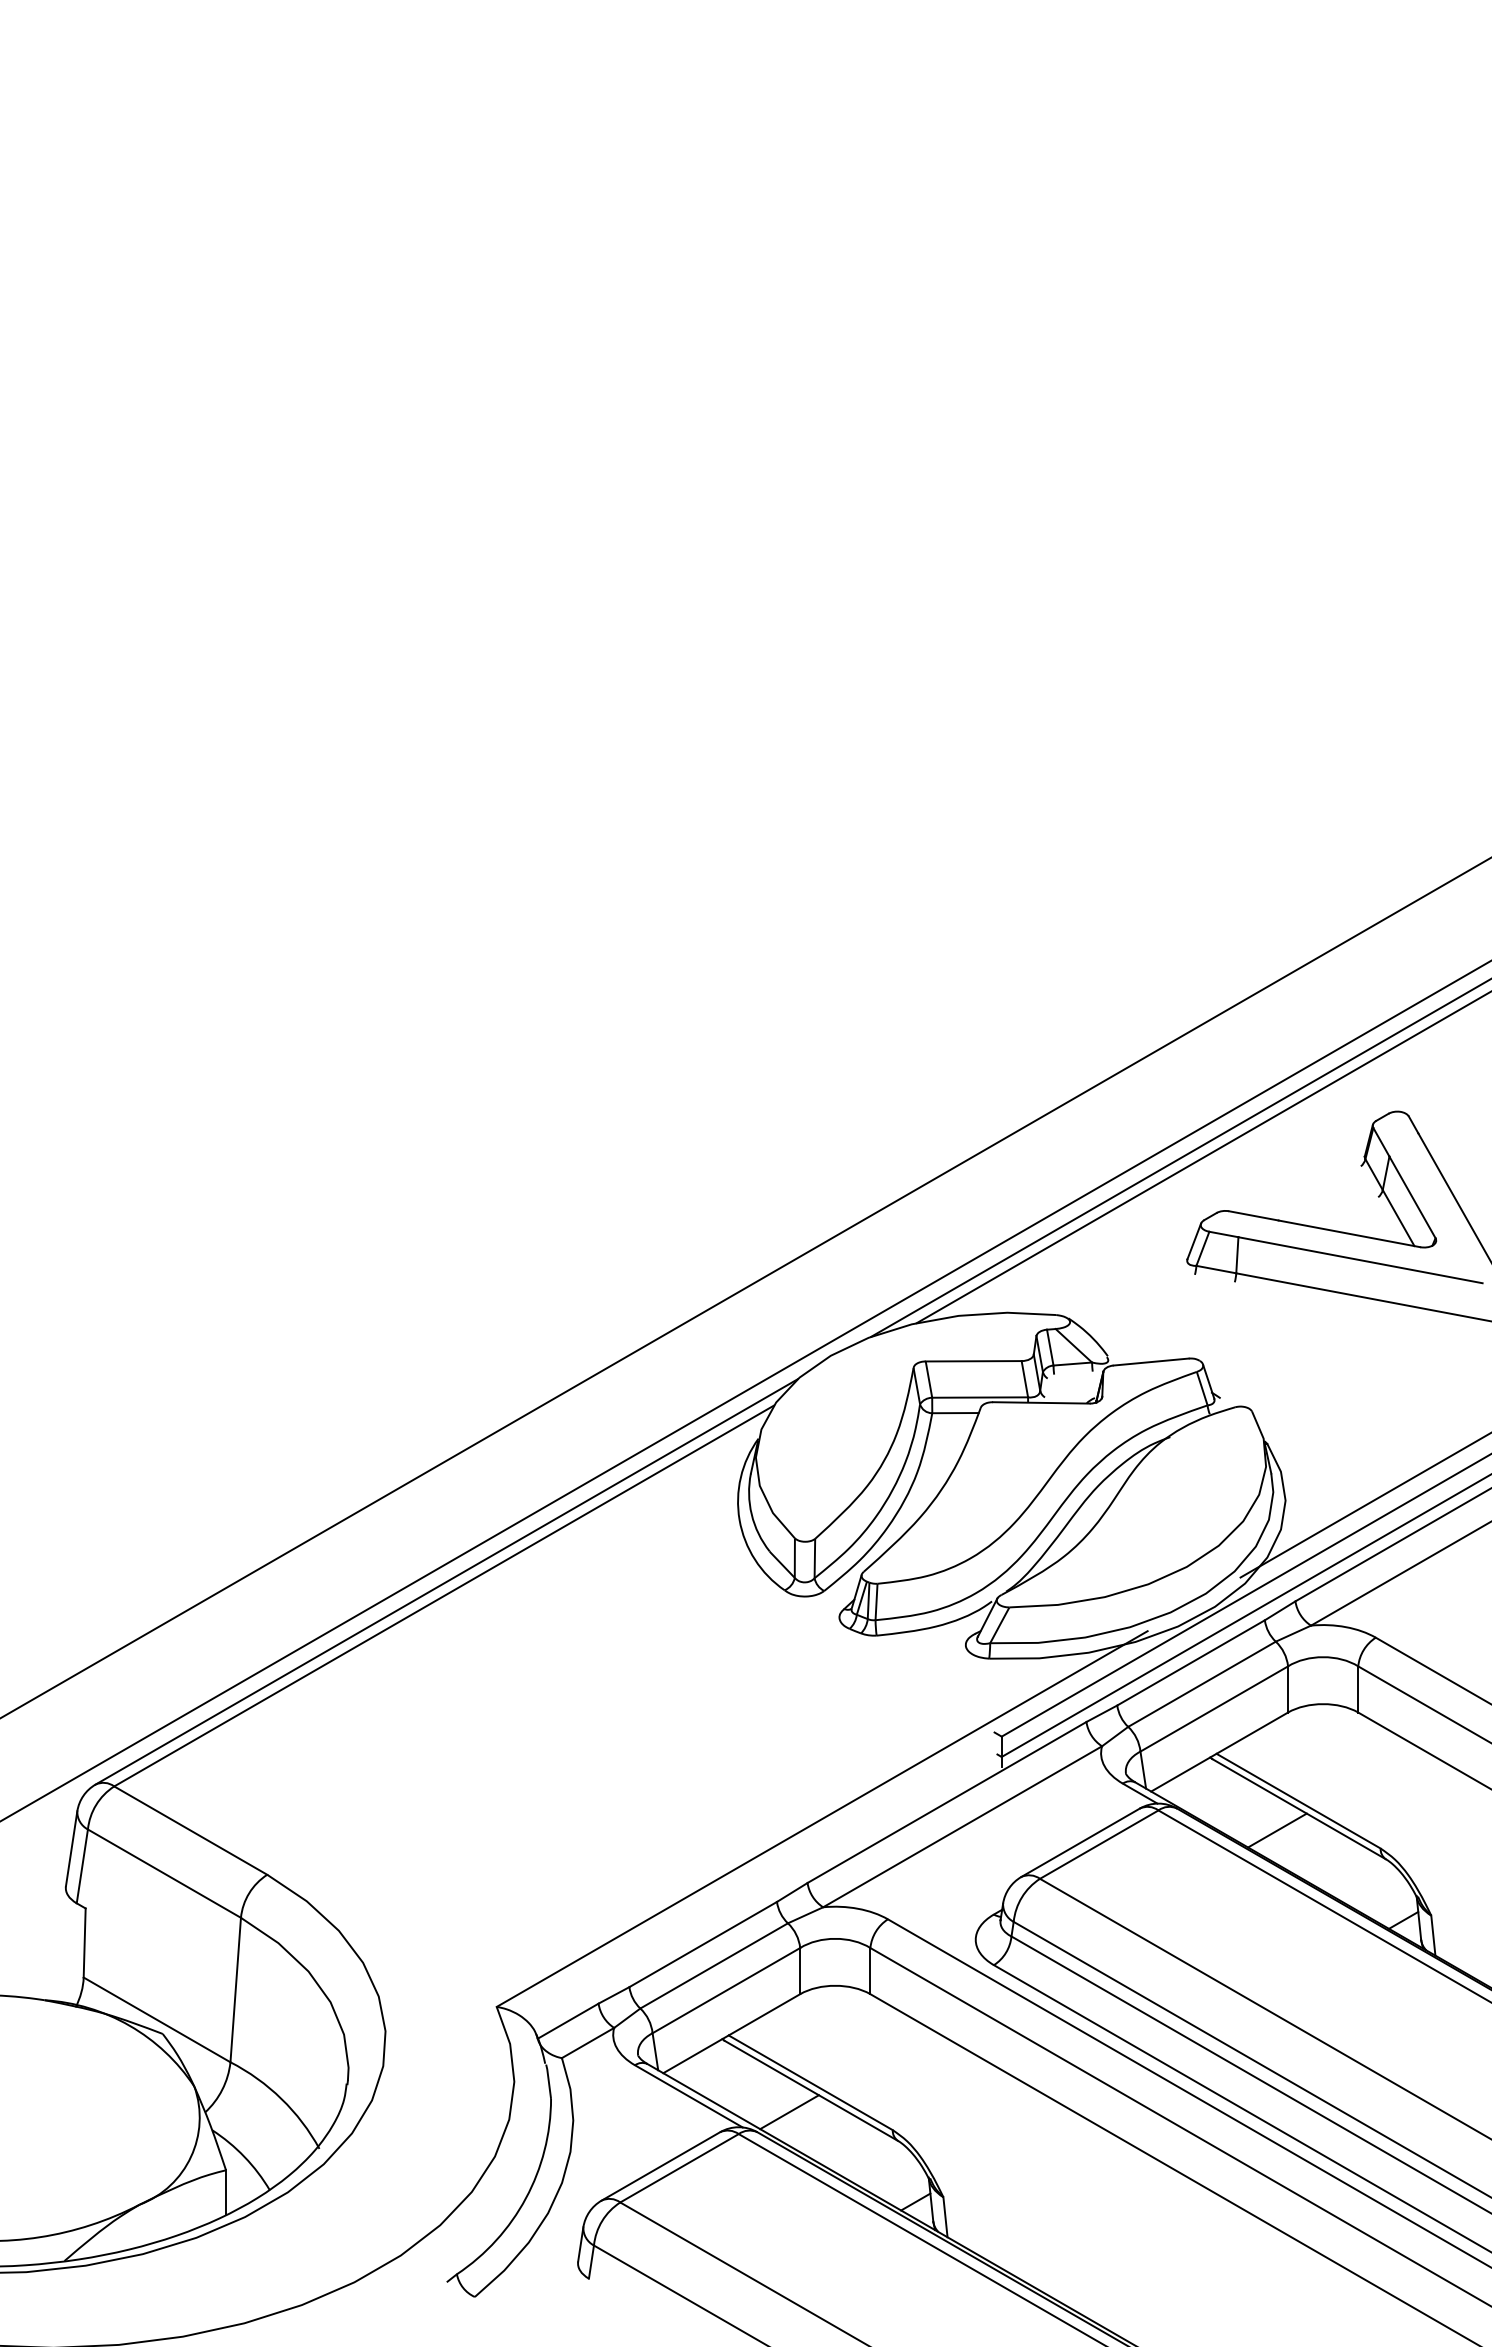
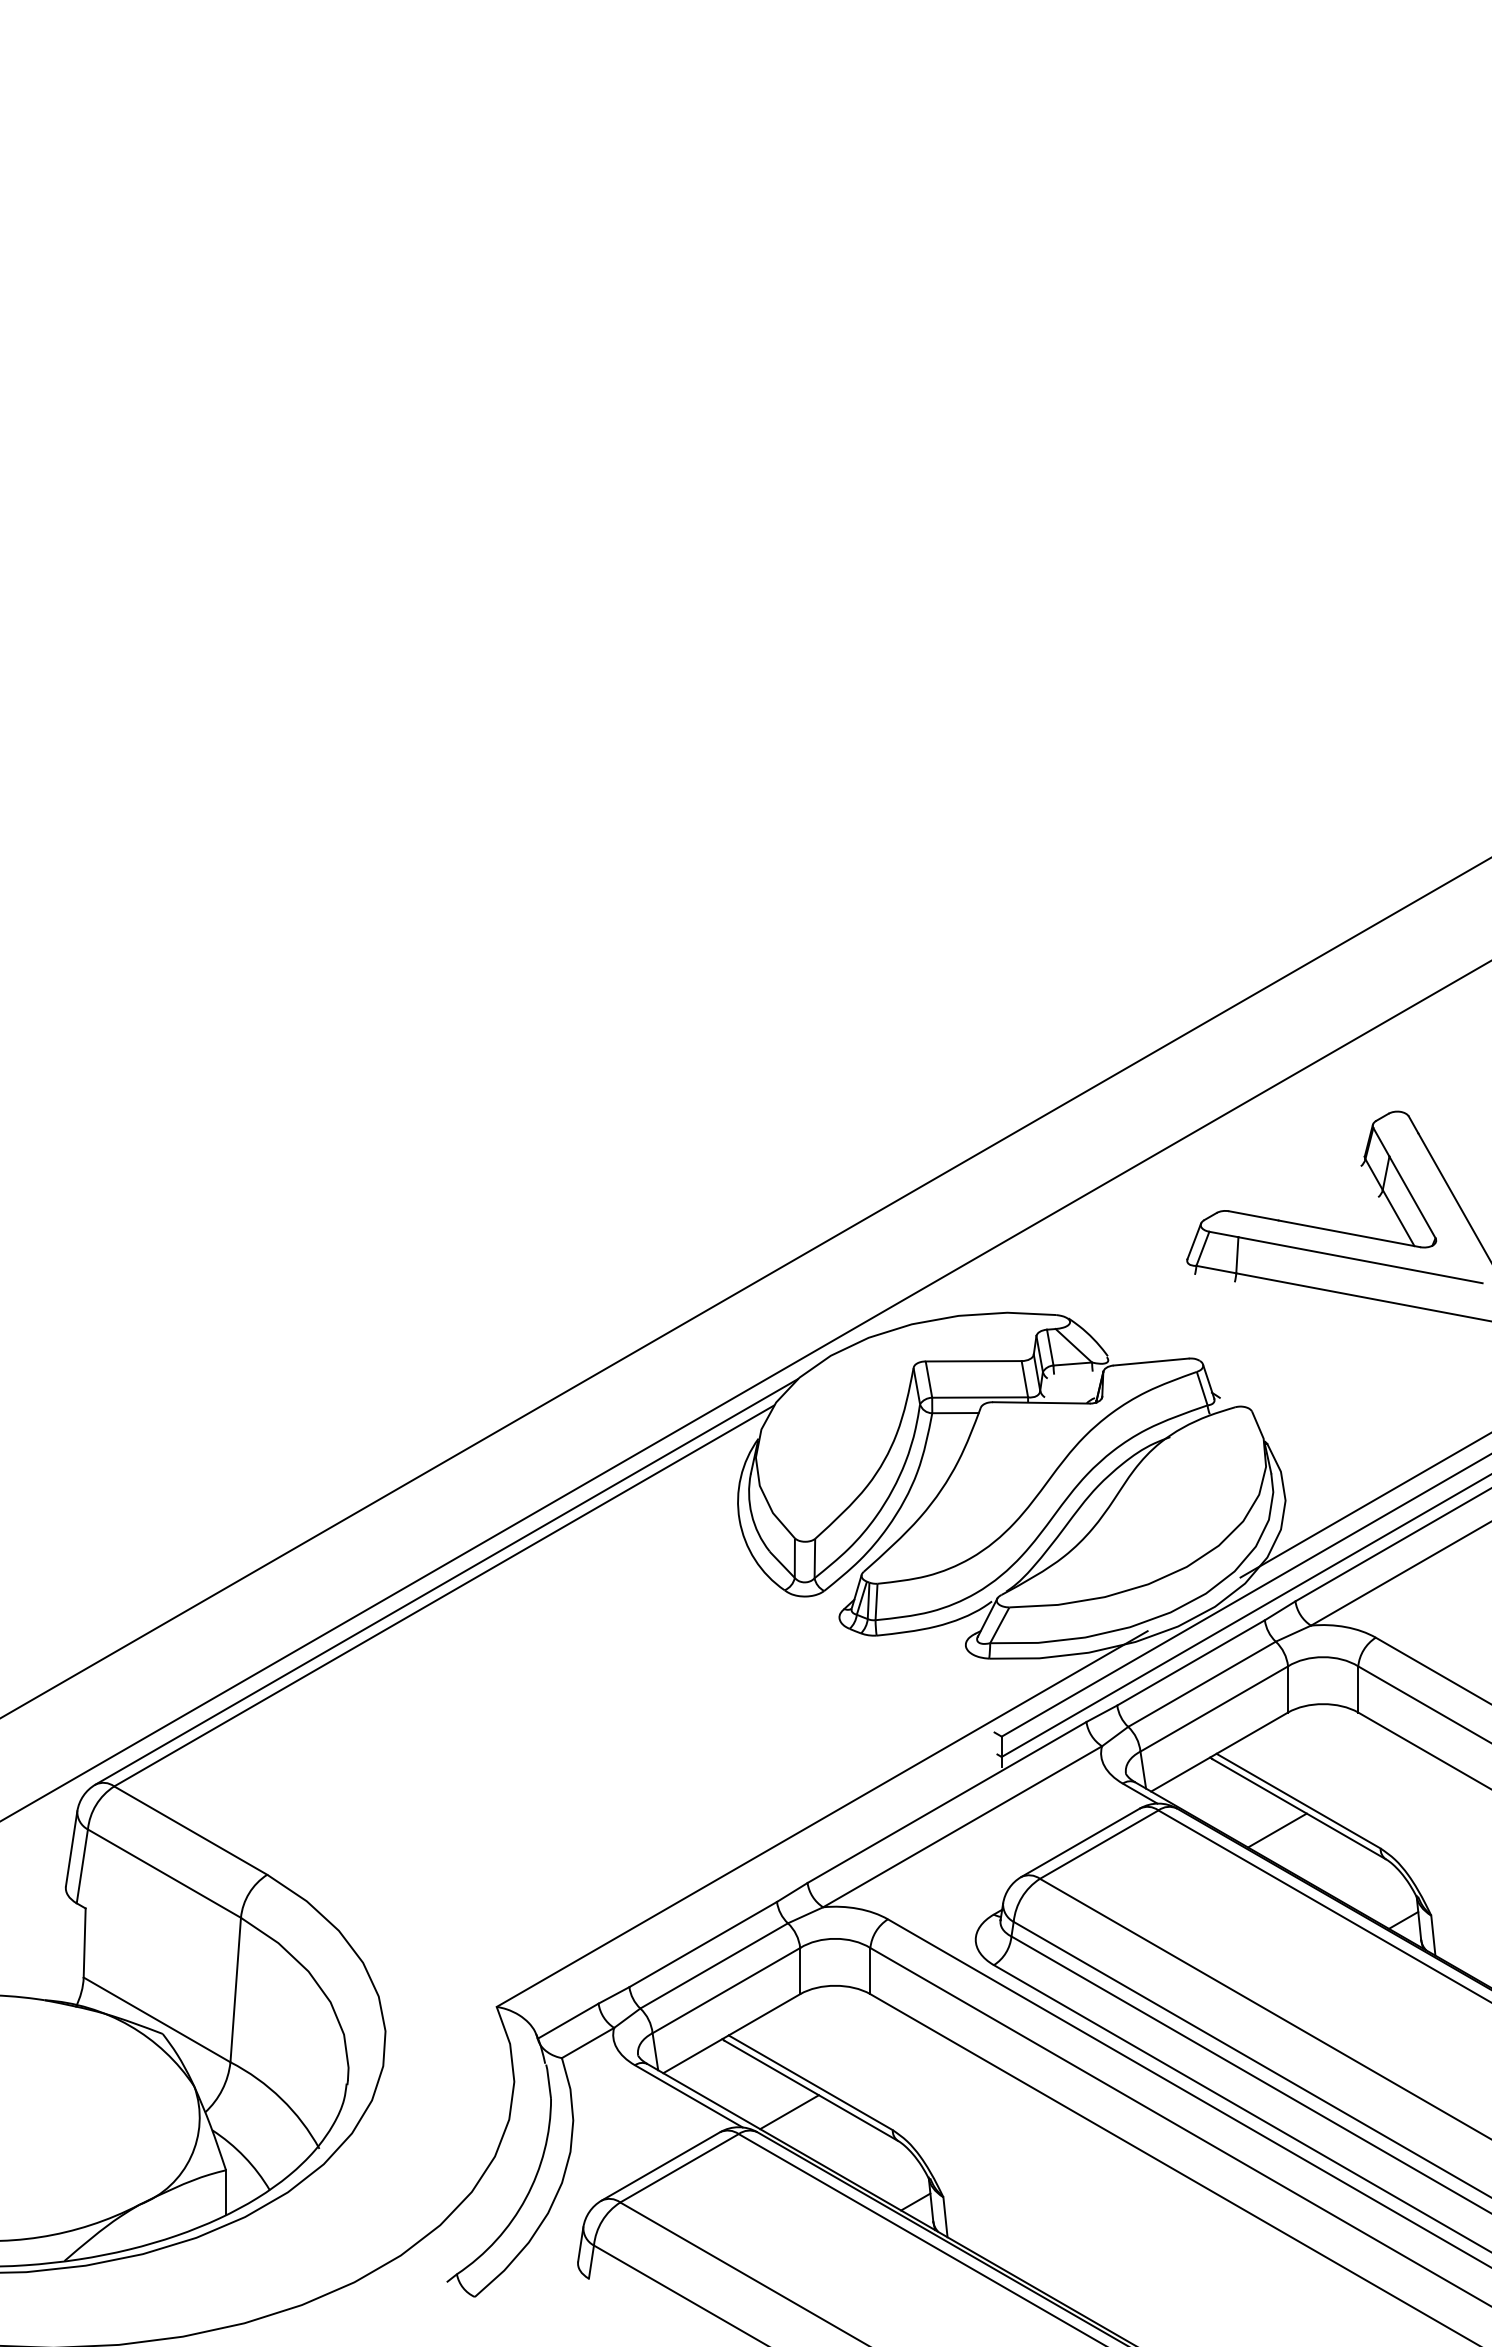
line at (1179, 1158): present -> none
line at (1202, 1158): present -> none
